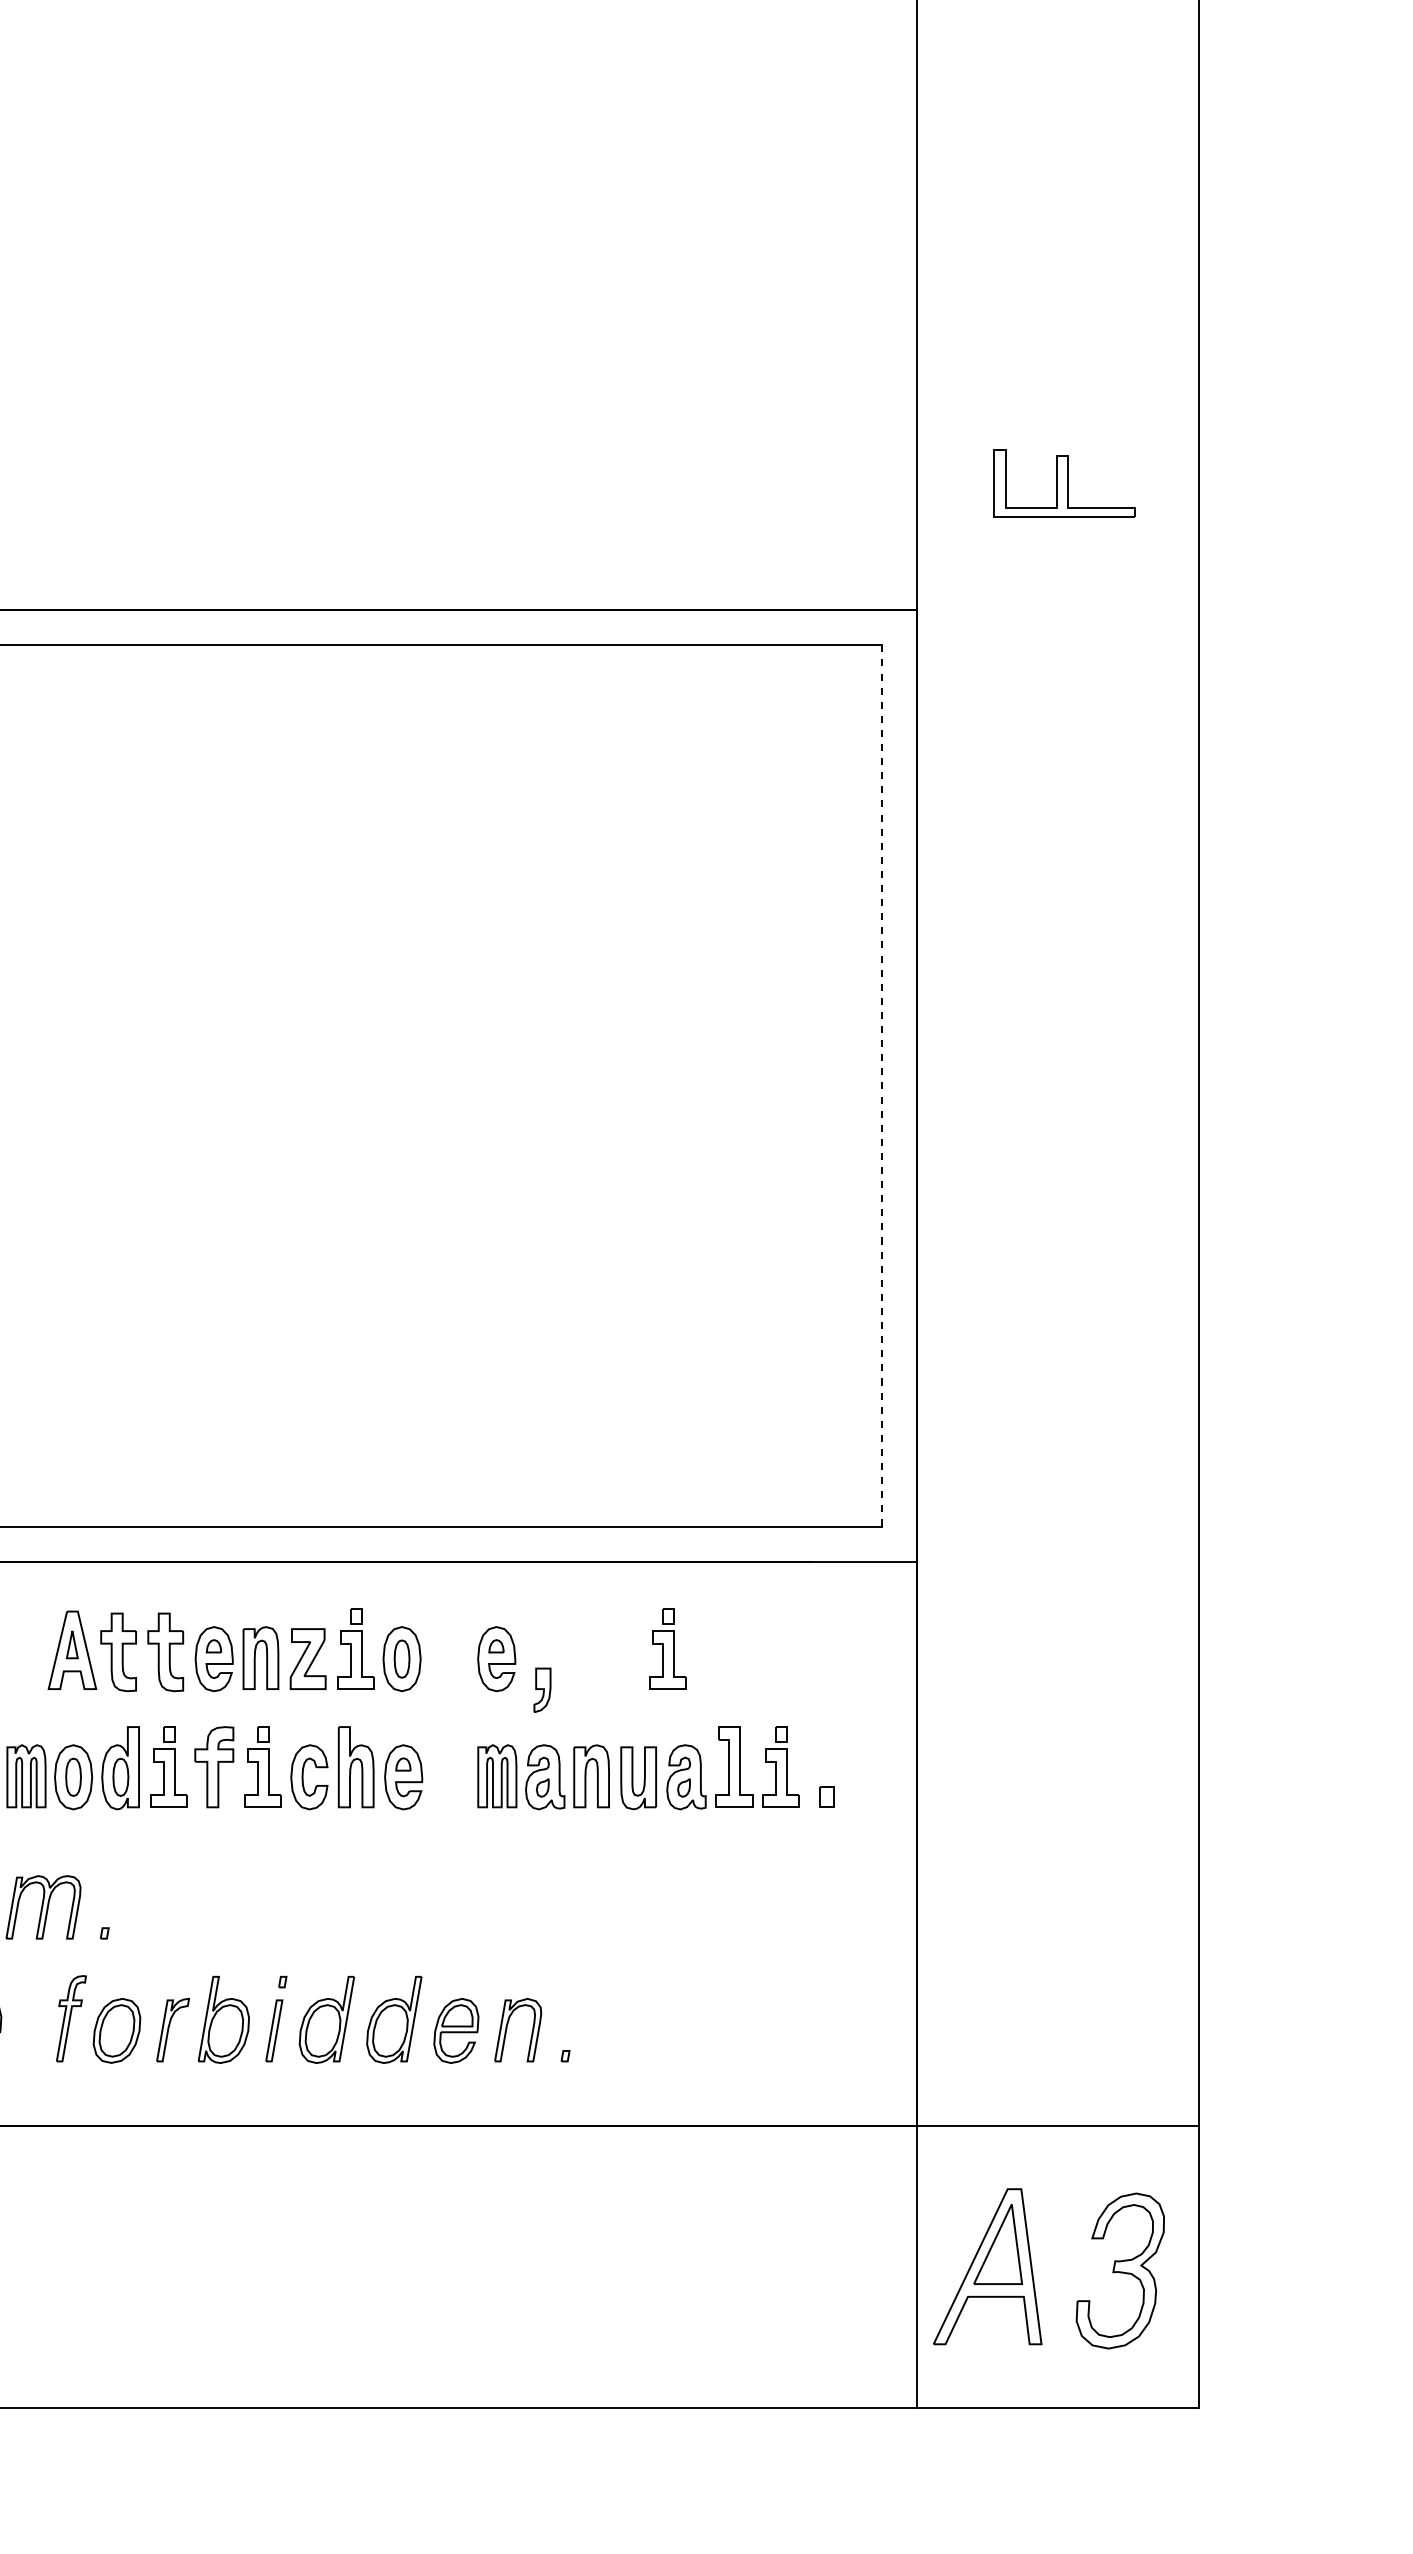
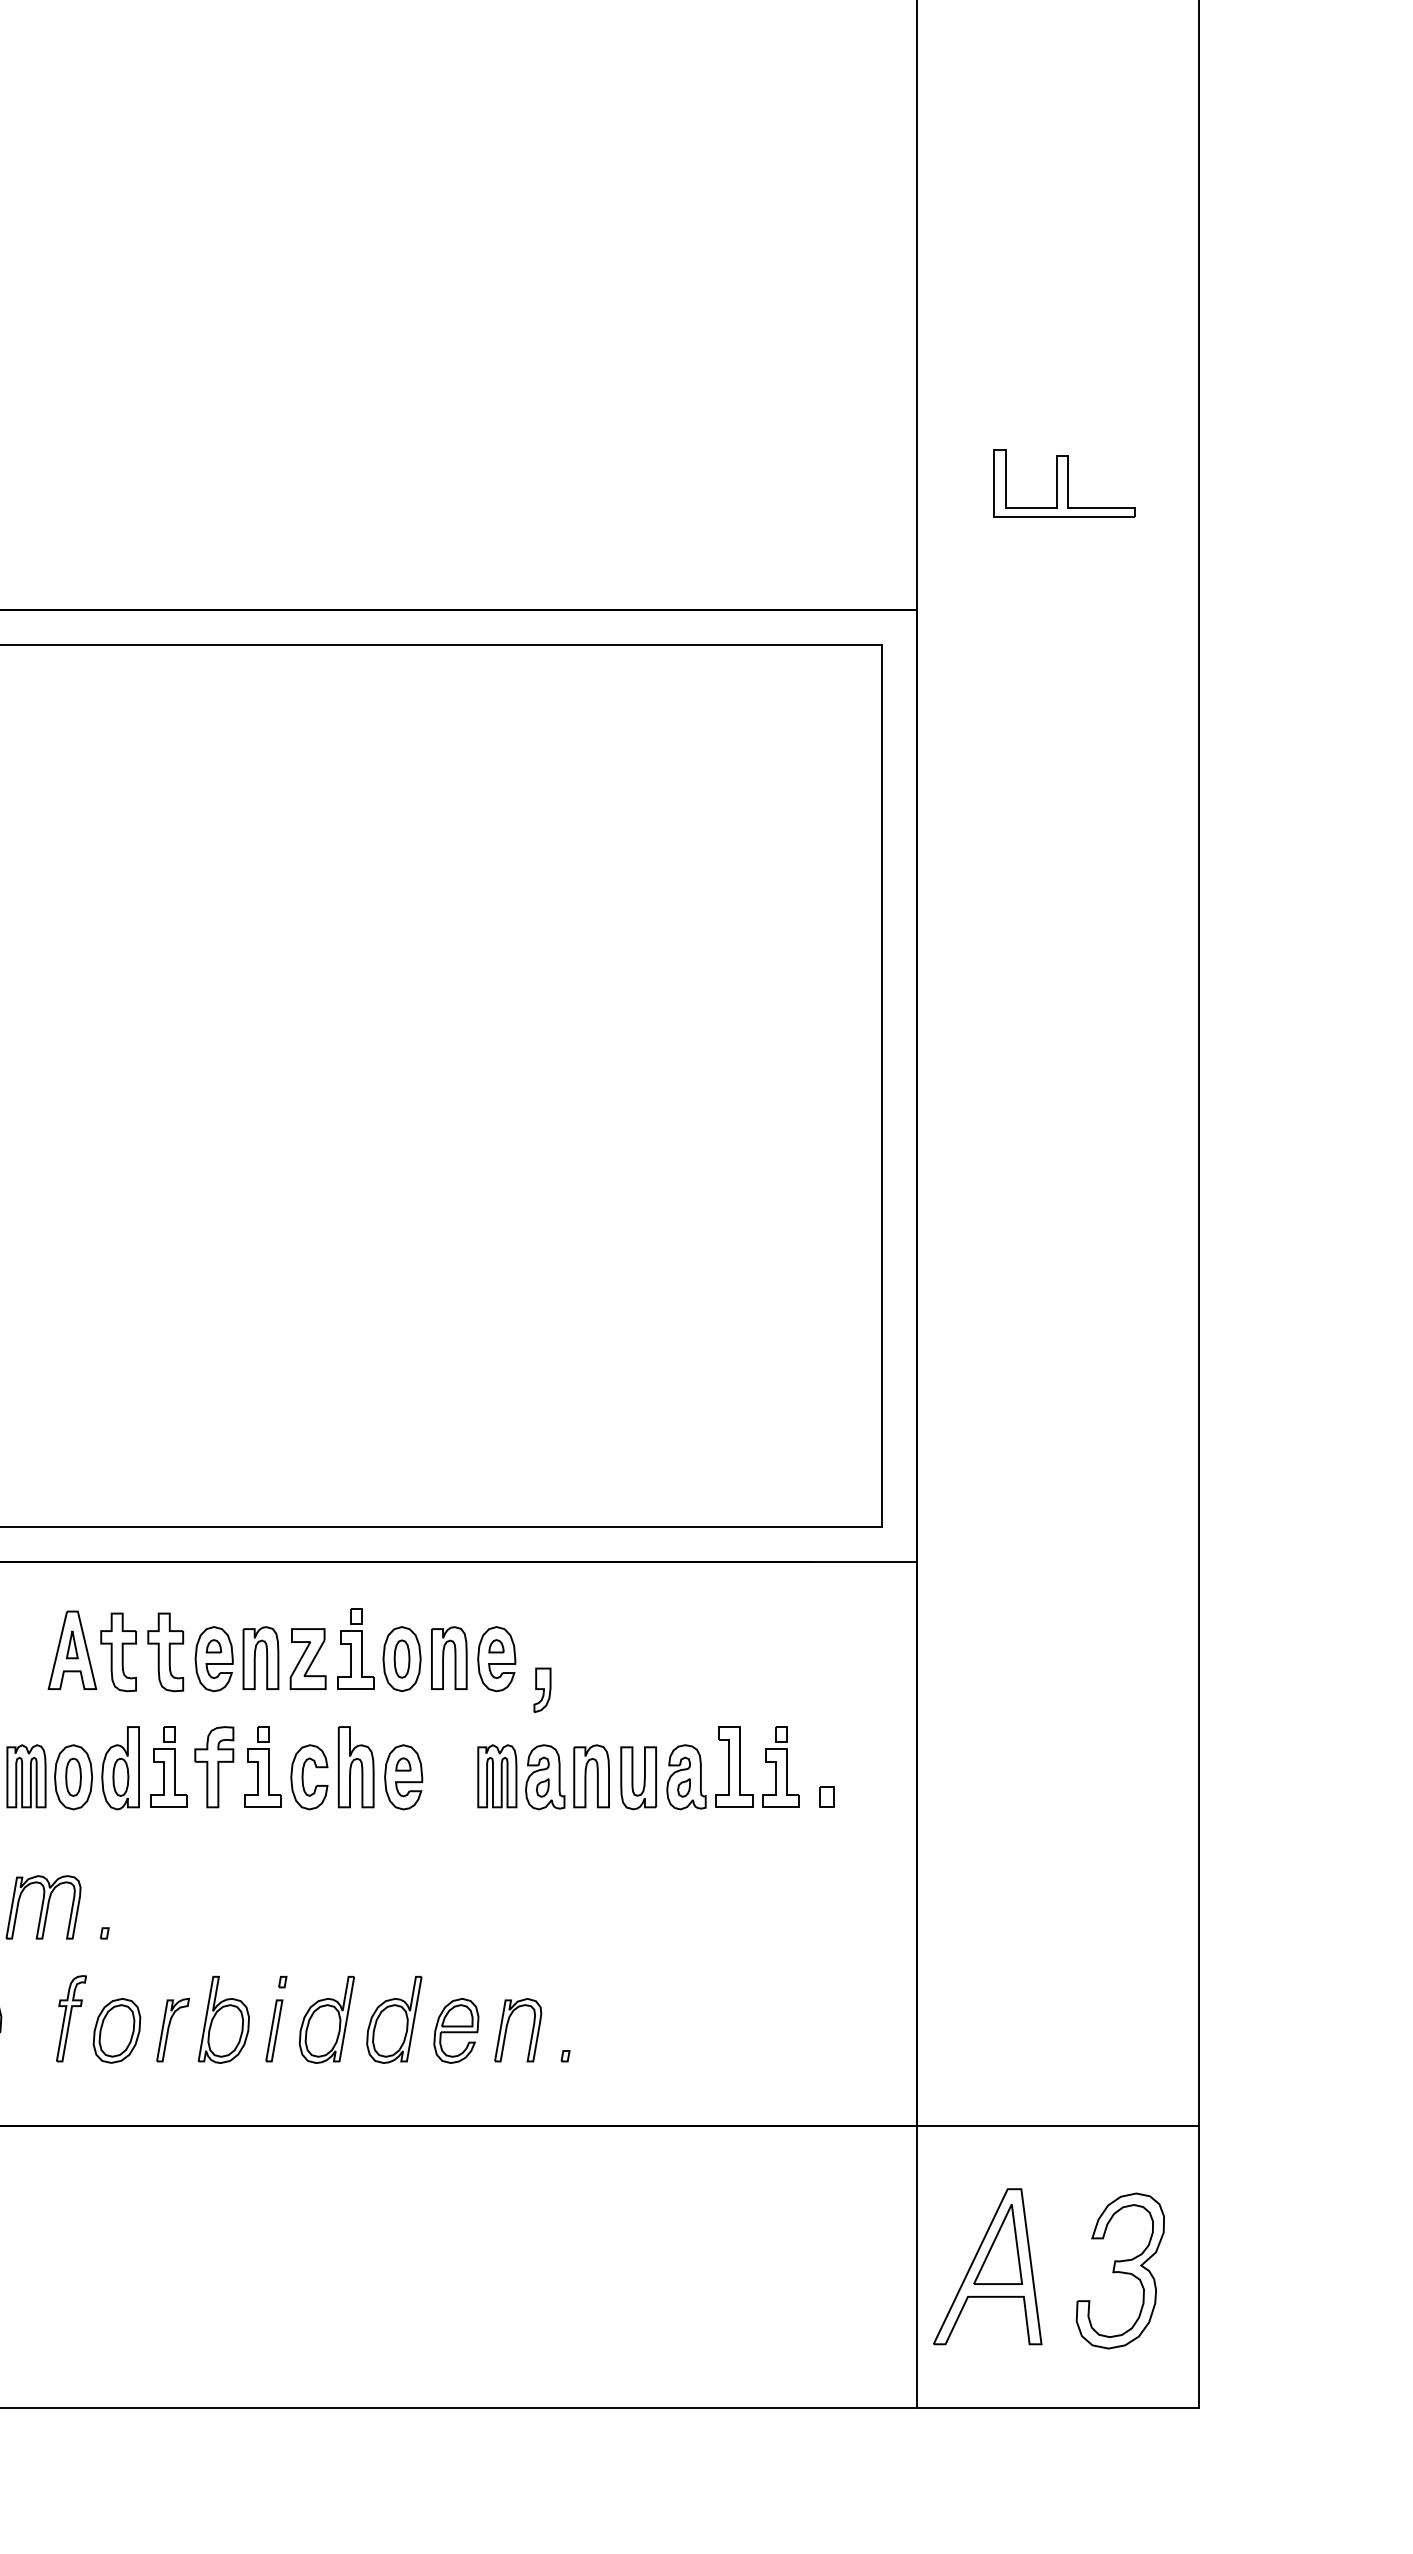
line at (882, 1085): dashed -> solid
part at (667, 1648): present -> none
part at (449, 1657): none -> present
